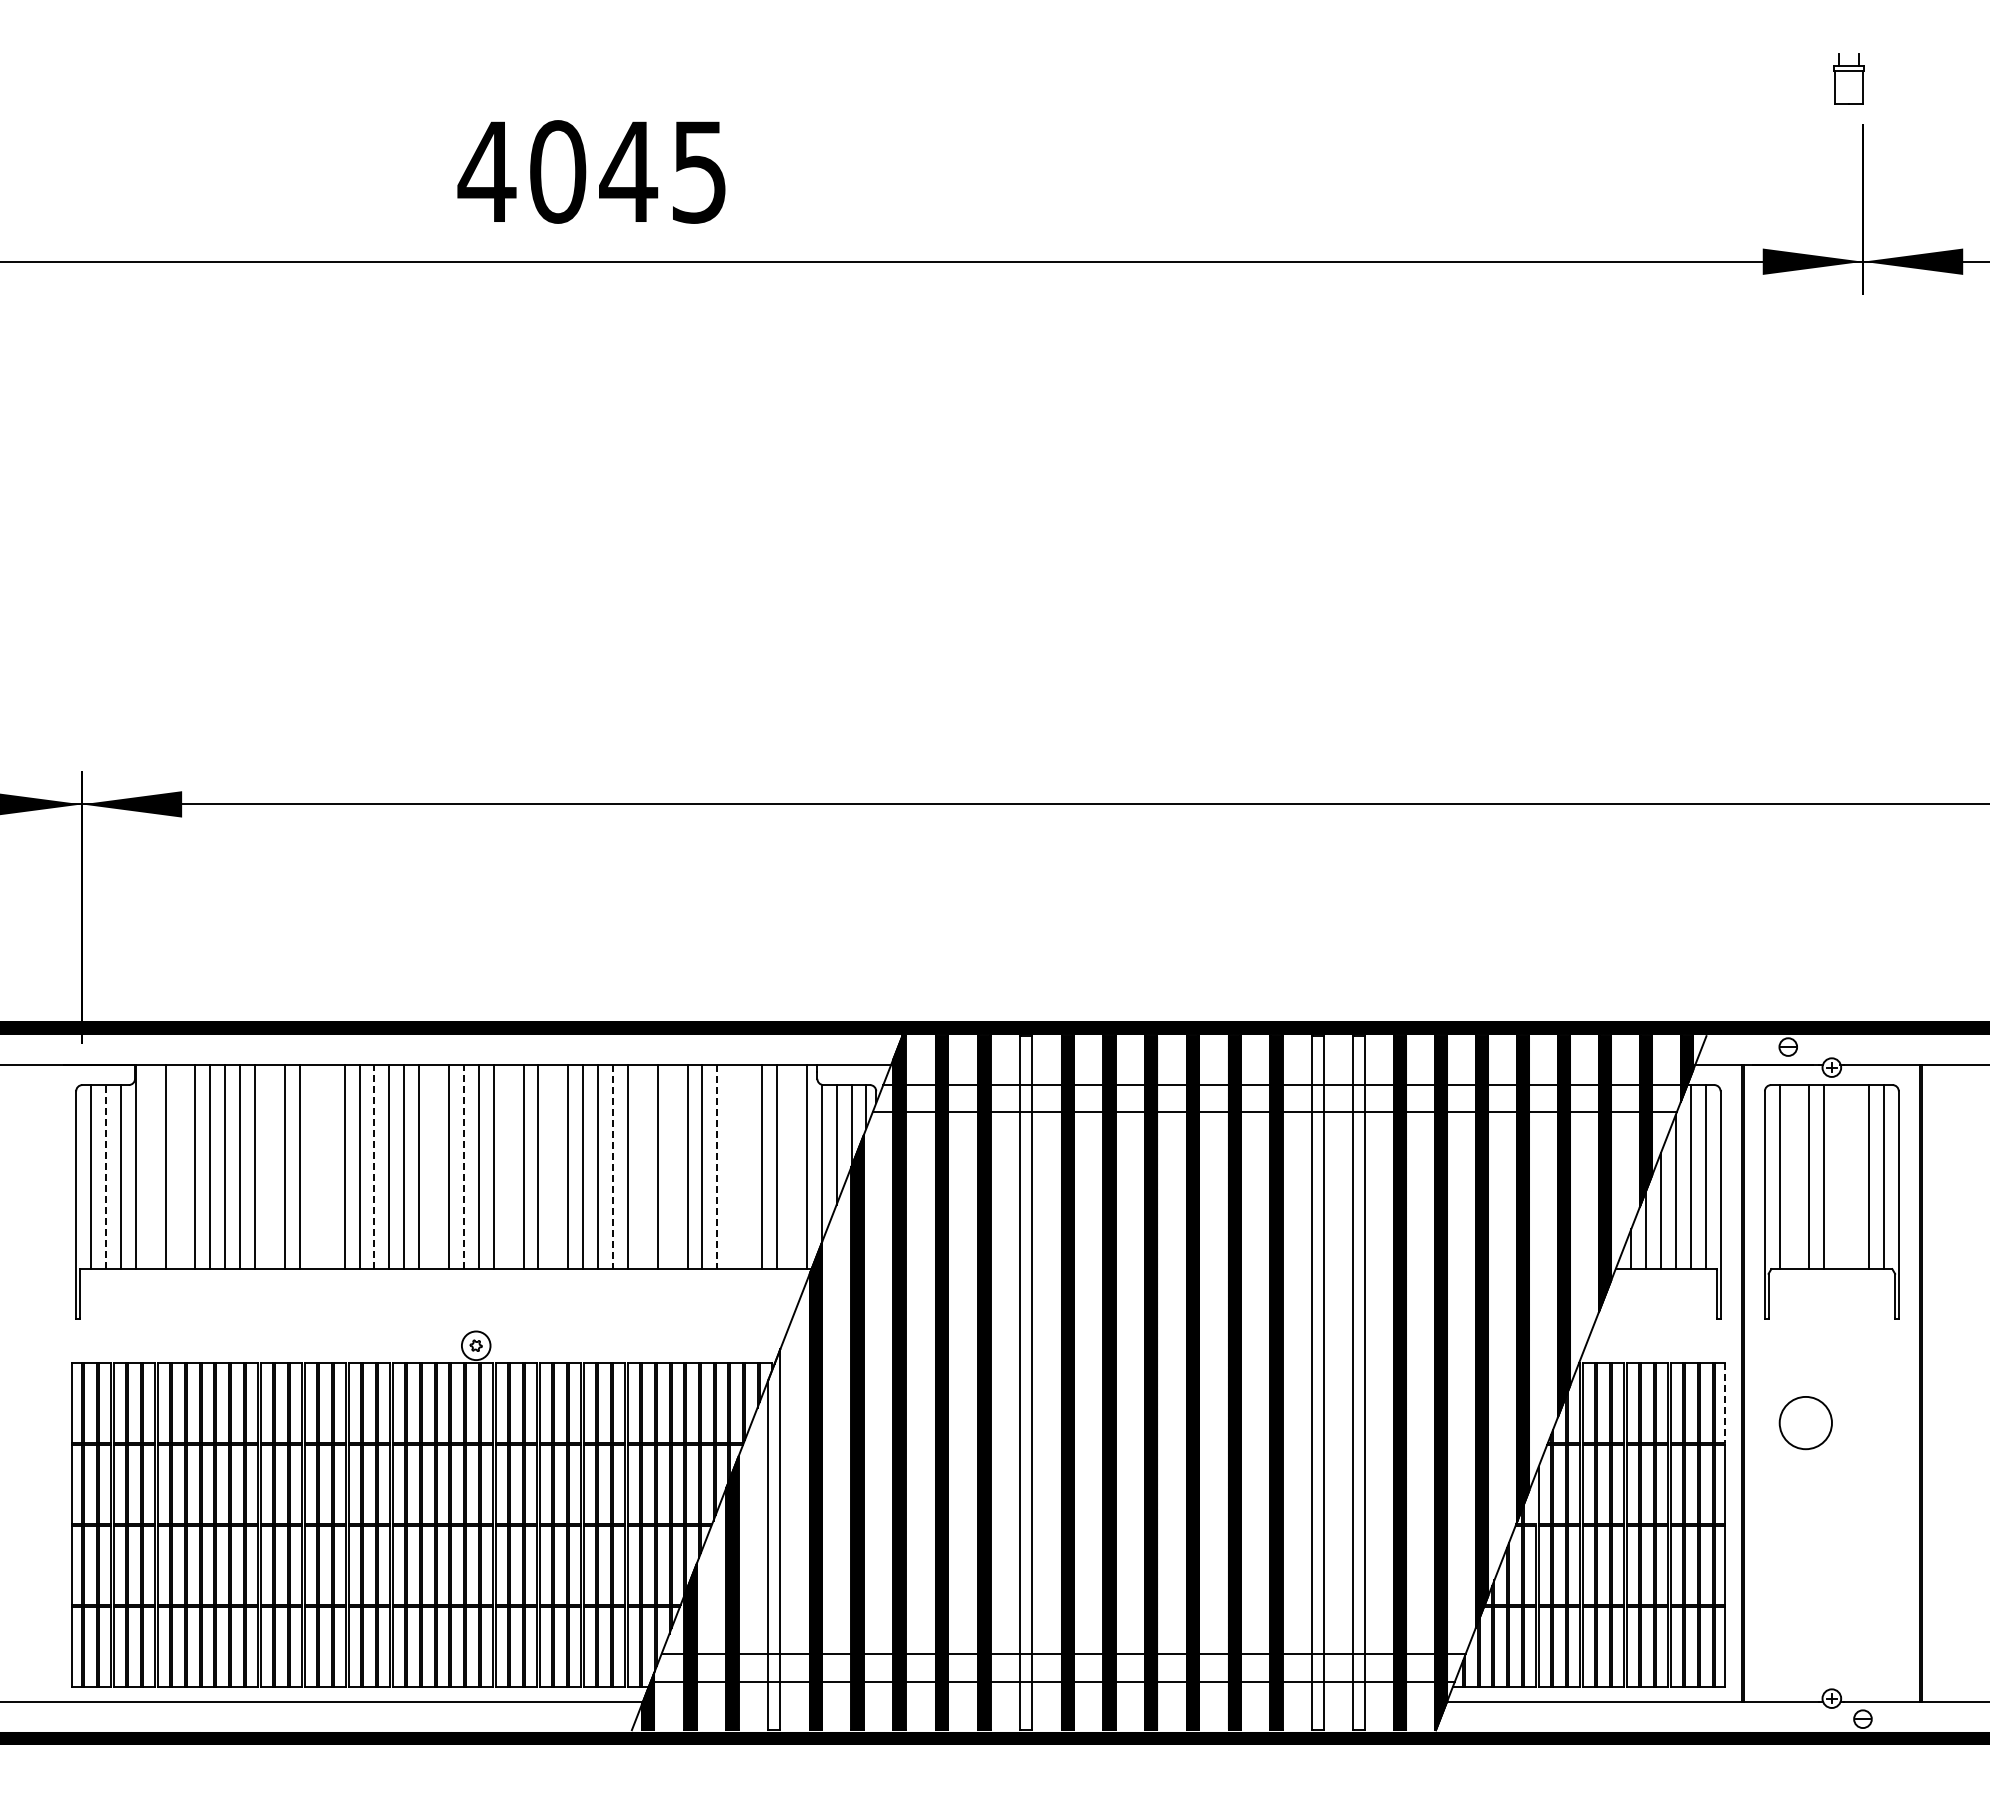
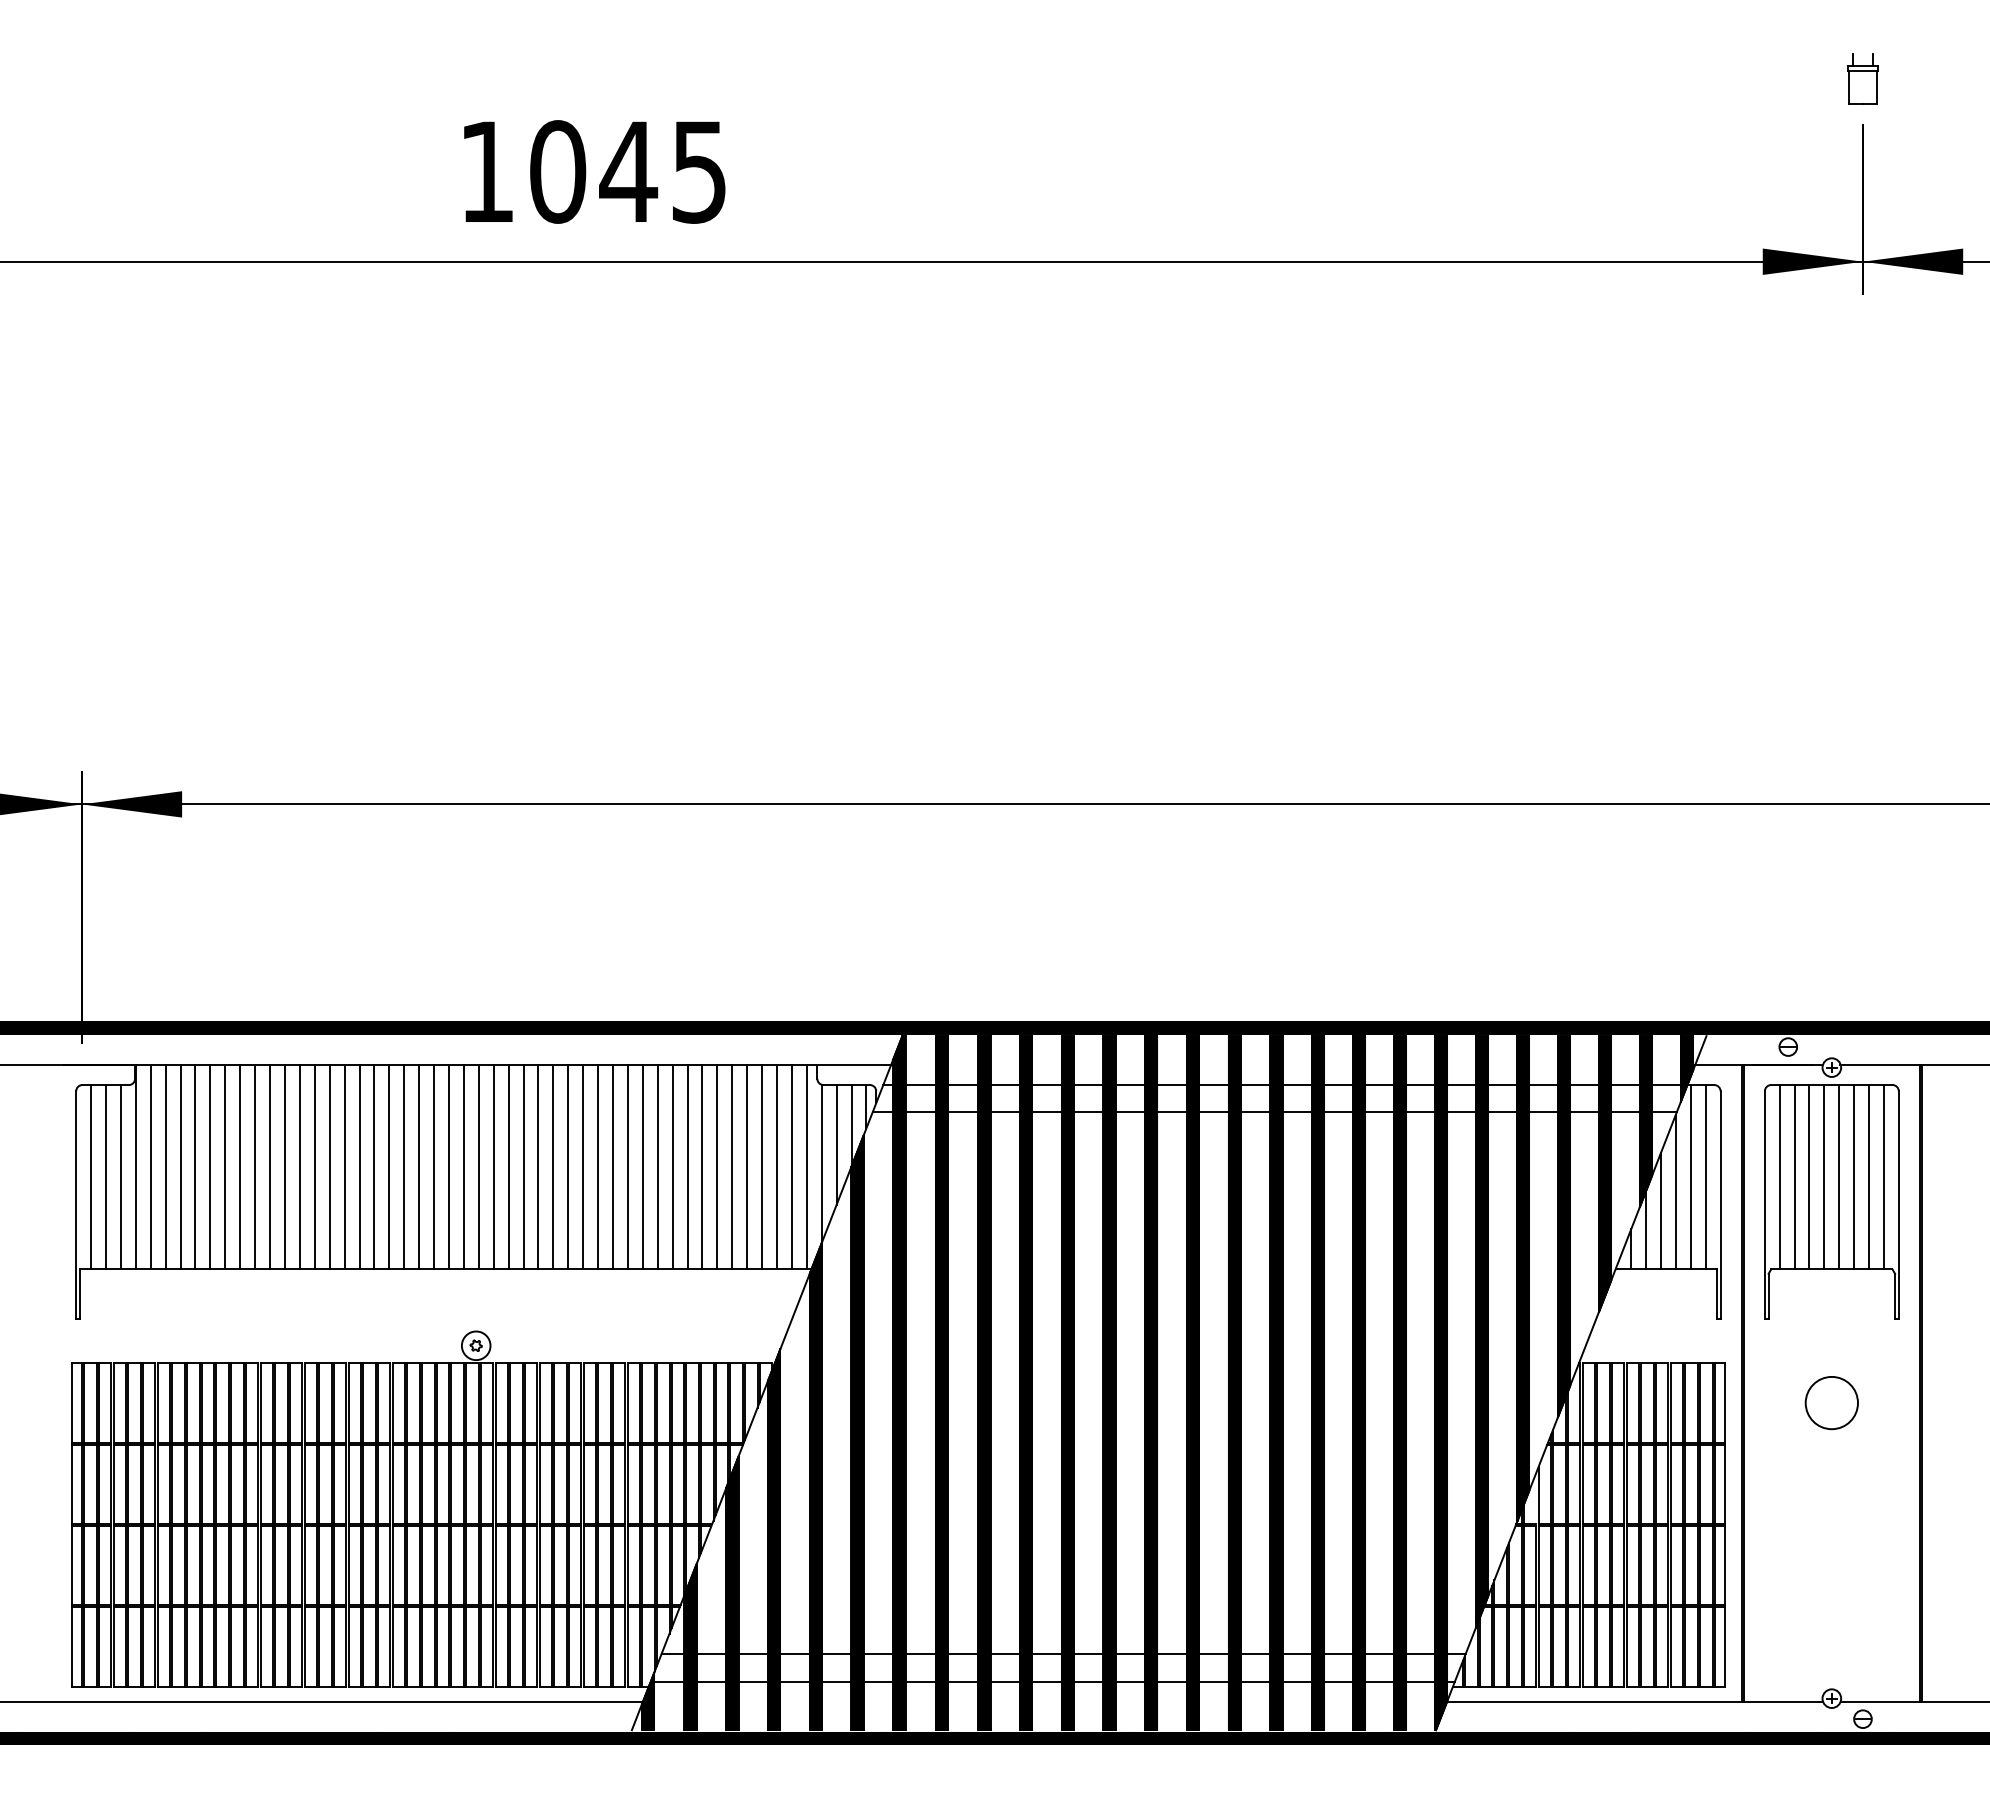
part at (1848, 78) position: (1848, 78) -> (1862, 78)
text at (486, 171): 4045 -> 1045
line at (150, 1166): none -> present
line at (180, 1166): none -> present
line at (270, 1166): none -> present
line at (314, 1166): none -> present
line at (329, 1166): none -> present
line at (374, 1166): dashed -> solid
line at (434, 1166): none -> present
line at (463, 1166): dashed -> solid
line at (508, 1166): none -> present
line at (553, 1166): none -> present
line at (642, 1166): none -> present
line at (672, 1166): none -> present
line at (732, 1166): none -> present
line at (747, 1166): none -> present
line at (791, 1166): none -> present
line at (613, 1167): dashed -> solid
line at (717, 1167): dashed -> solid
line at (105, 1176): dashed -> solid
line at (1794, 1177): none -> present
line at (1839, 1177): none -> present
line at (1854, 1177): none -> present
hatch at (1025, 1383): none -> present
hatch at (1318, 1383): none -> present
hatch at (1359, 1383): none -> present
line at (1725, 1403): dashed -> solid
circle at (1805, 1423) position: (1805, 1423) -> (1831, 1403)
hatch at (773, 1539): none -> present
